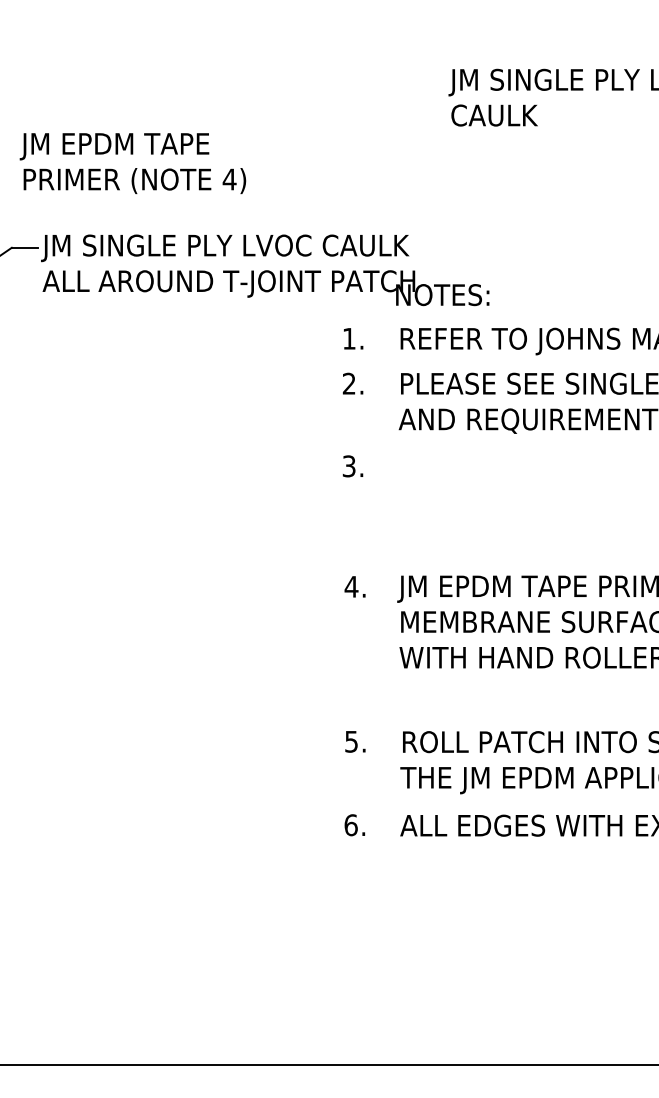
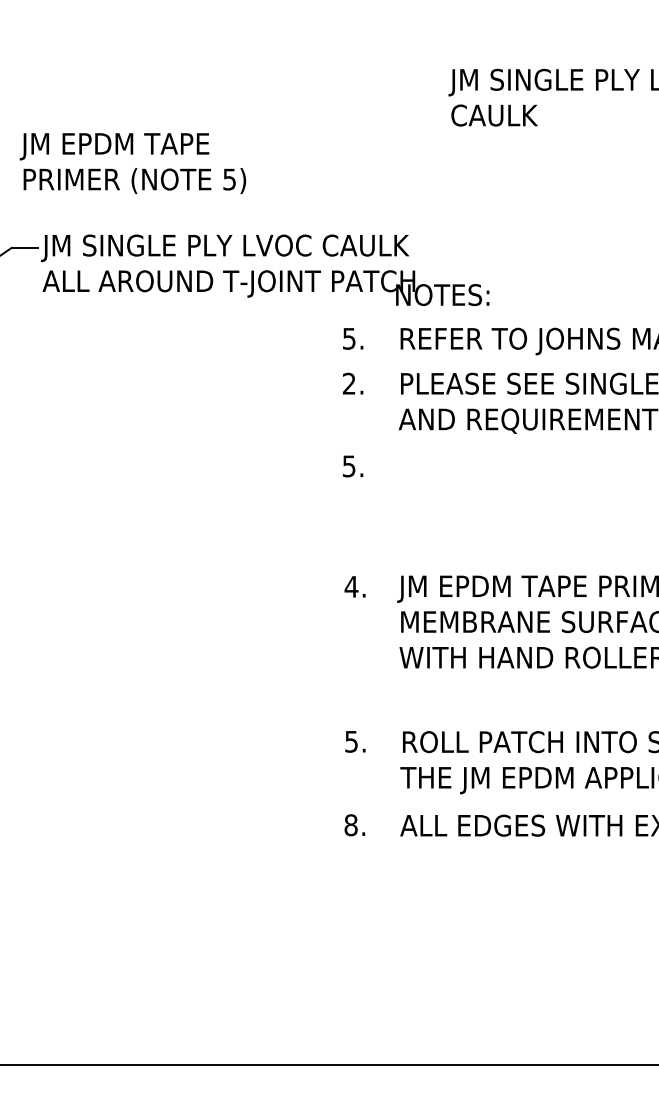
text at (229, 179): 4) -> 5)
text at (349, 338): 1. -> 5.
text at (349, 465): 3. -> 5.
text at (350, 825): 6. -> 8.
